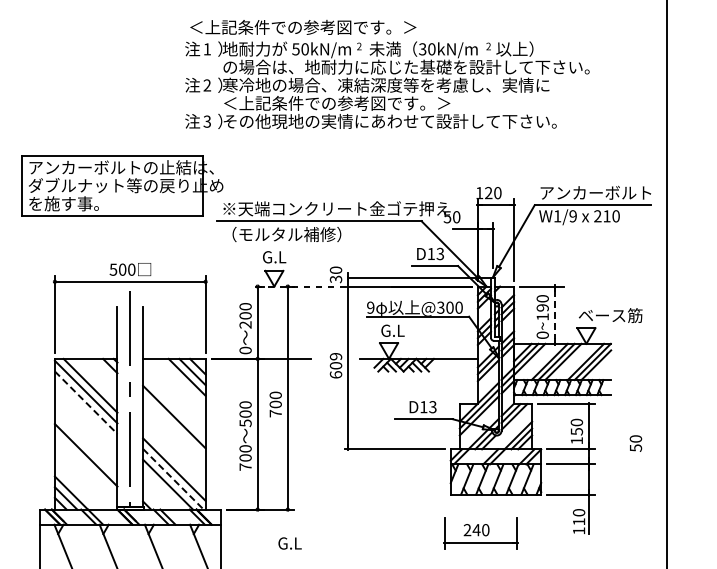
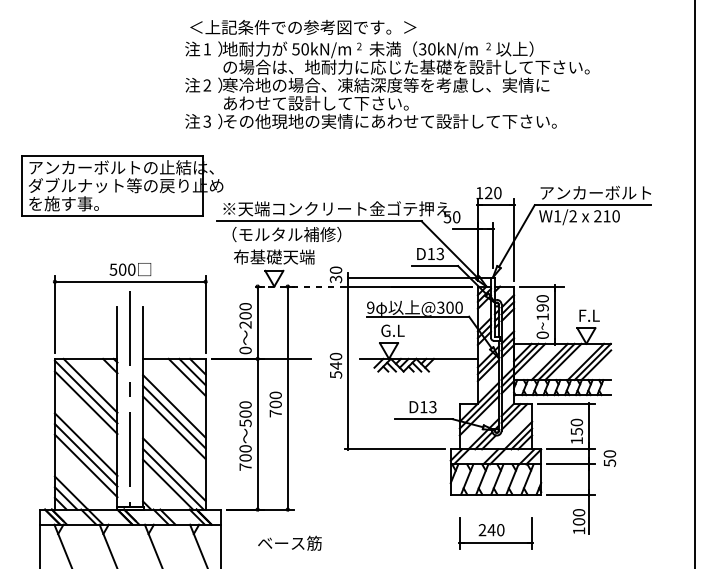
text at (337, 102): ＜上記条件での参考図です。＞ -> あわせて設計して下さい。
text at (572, 216): W1/9 -> W1/2
text at (274, 256): G.L -> 布基礎天端
line at (667, 283) position: (667, 283) -> (695, 283)
line at (554, 314): dashed -> solid
text at (610, 315): ベース筋 -> F.L
text at (335, 365): 609 -> 540
line at (86, 403): dashed -> solid
line at (174, 406): none -> present
line at (174, 427): none -> present
text at (635, 443) position: (635, 443) -> (609, 458)
line at (85, 444): none -> present
line at (85, 465): none -> present
line at (173, 479): dashed -> solid
text at (578, 521): 110 -> 100
part at (480, 533) position: (480, 533) -> (495, 533)
text at (289, 542): G.L -> ベース筋
